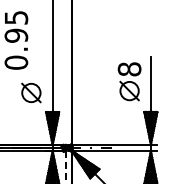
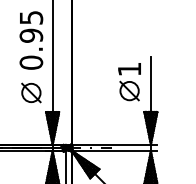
text at (16, 40) position: (16, 40) -> (31, 40)
text at (129, 69): 8 -> 1
line at (65, 167): dashed -> solid
